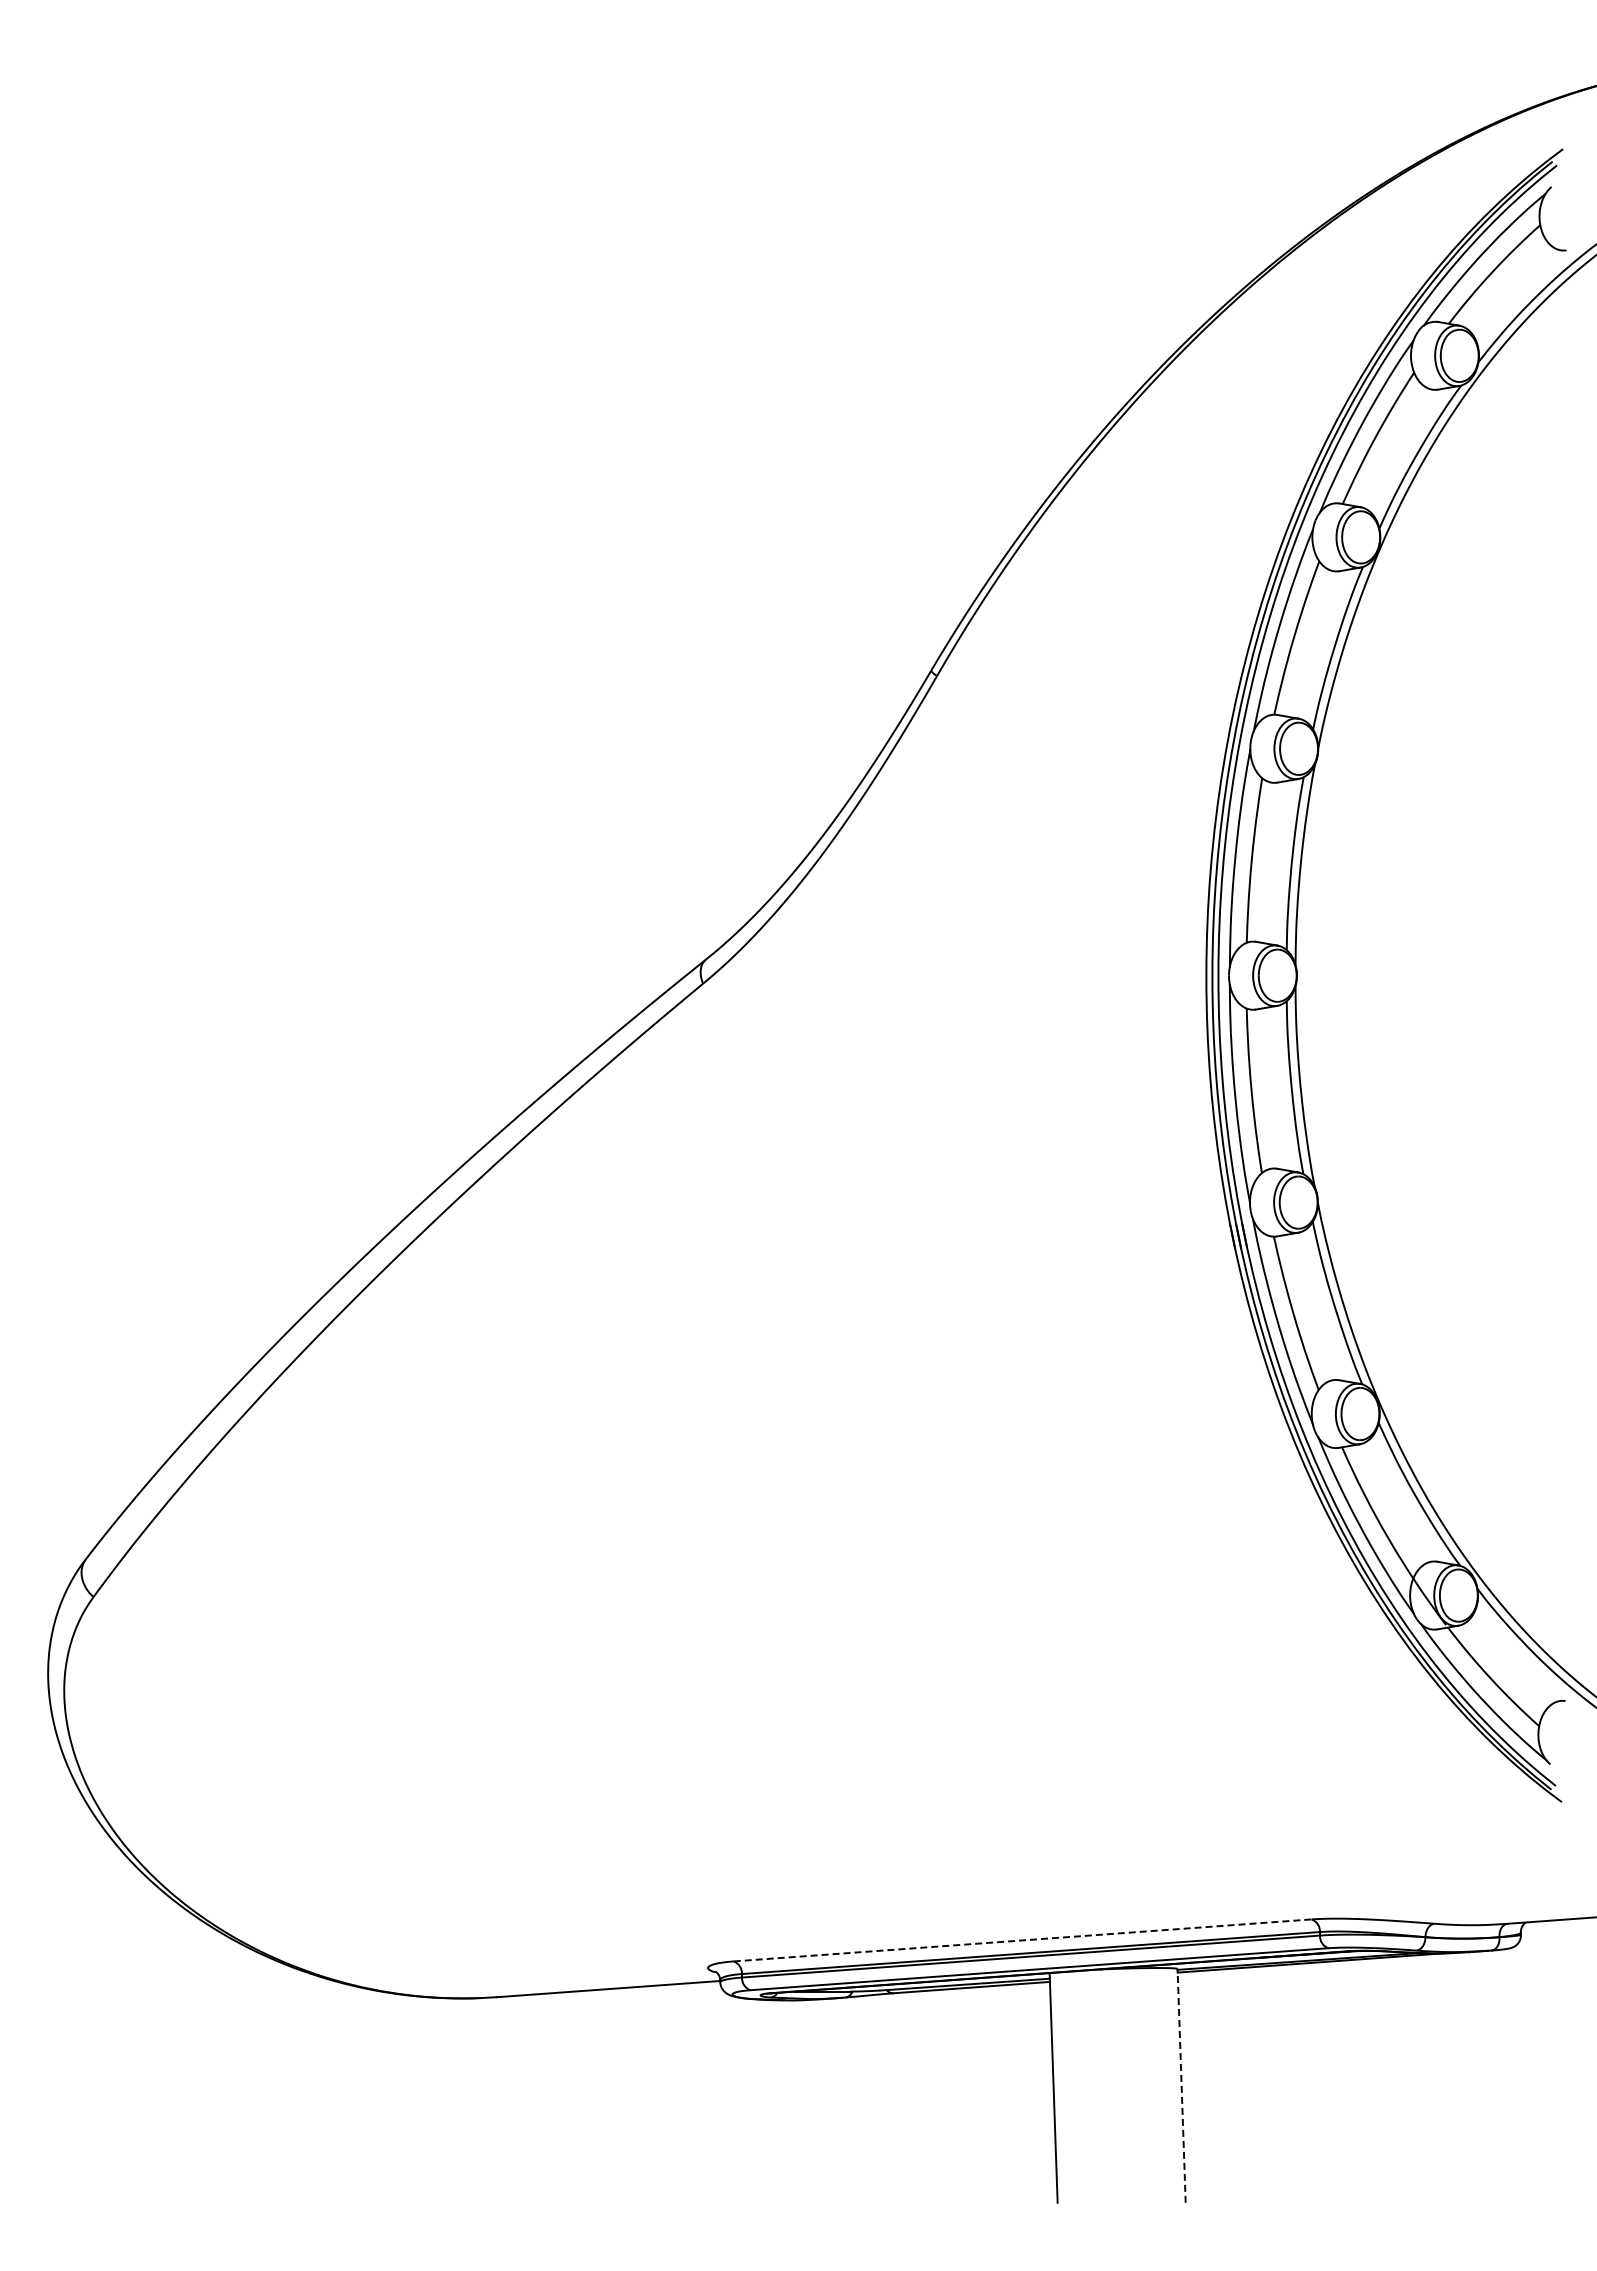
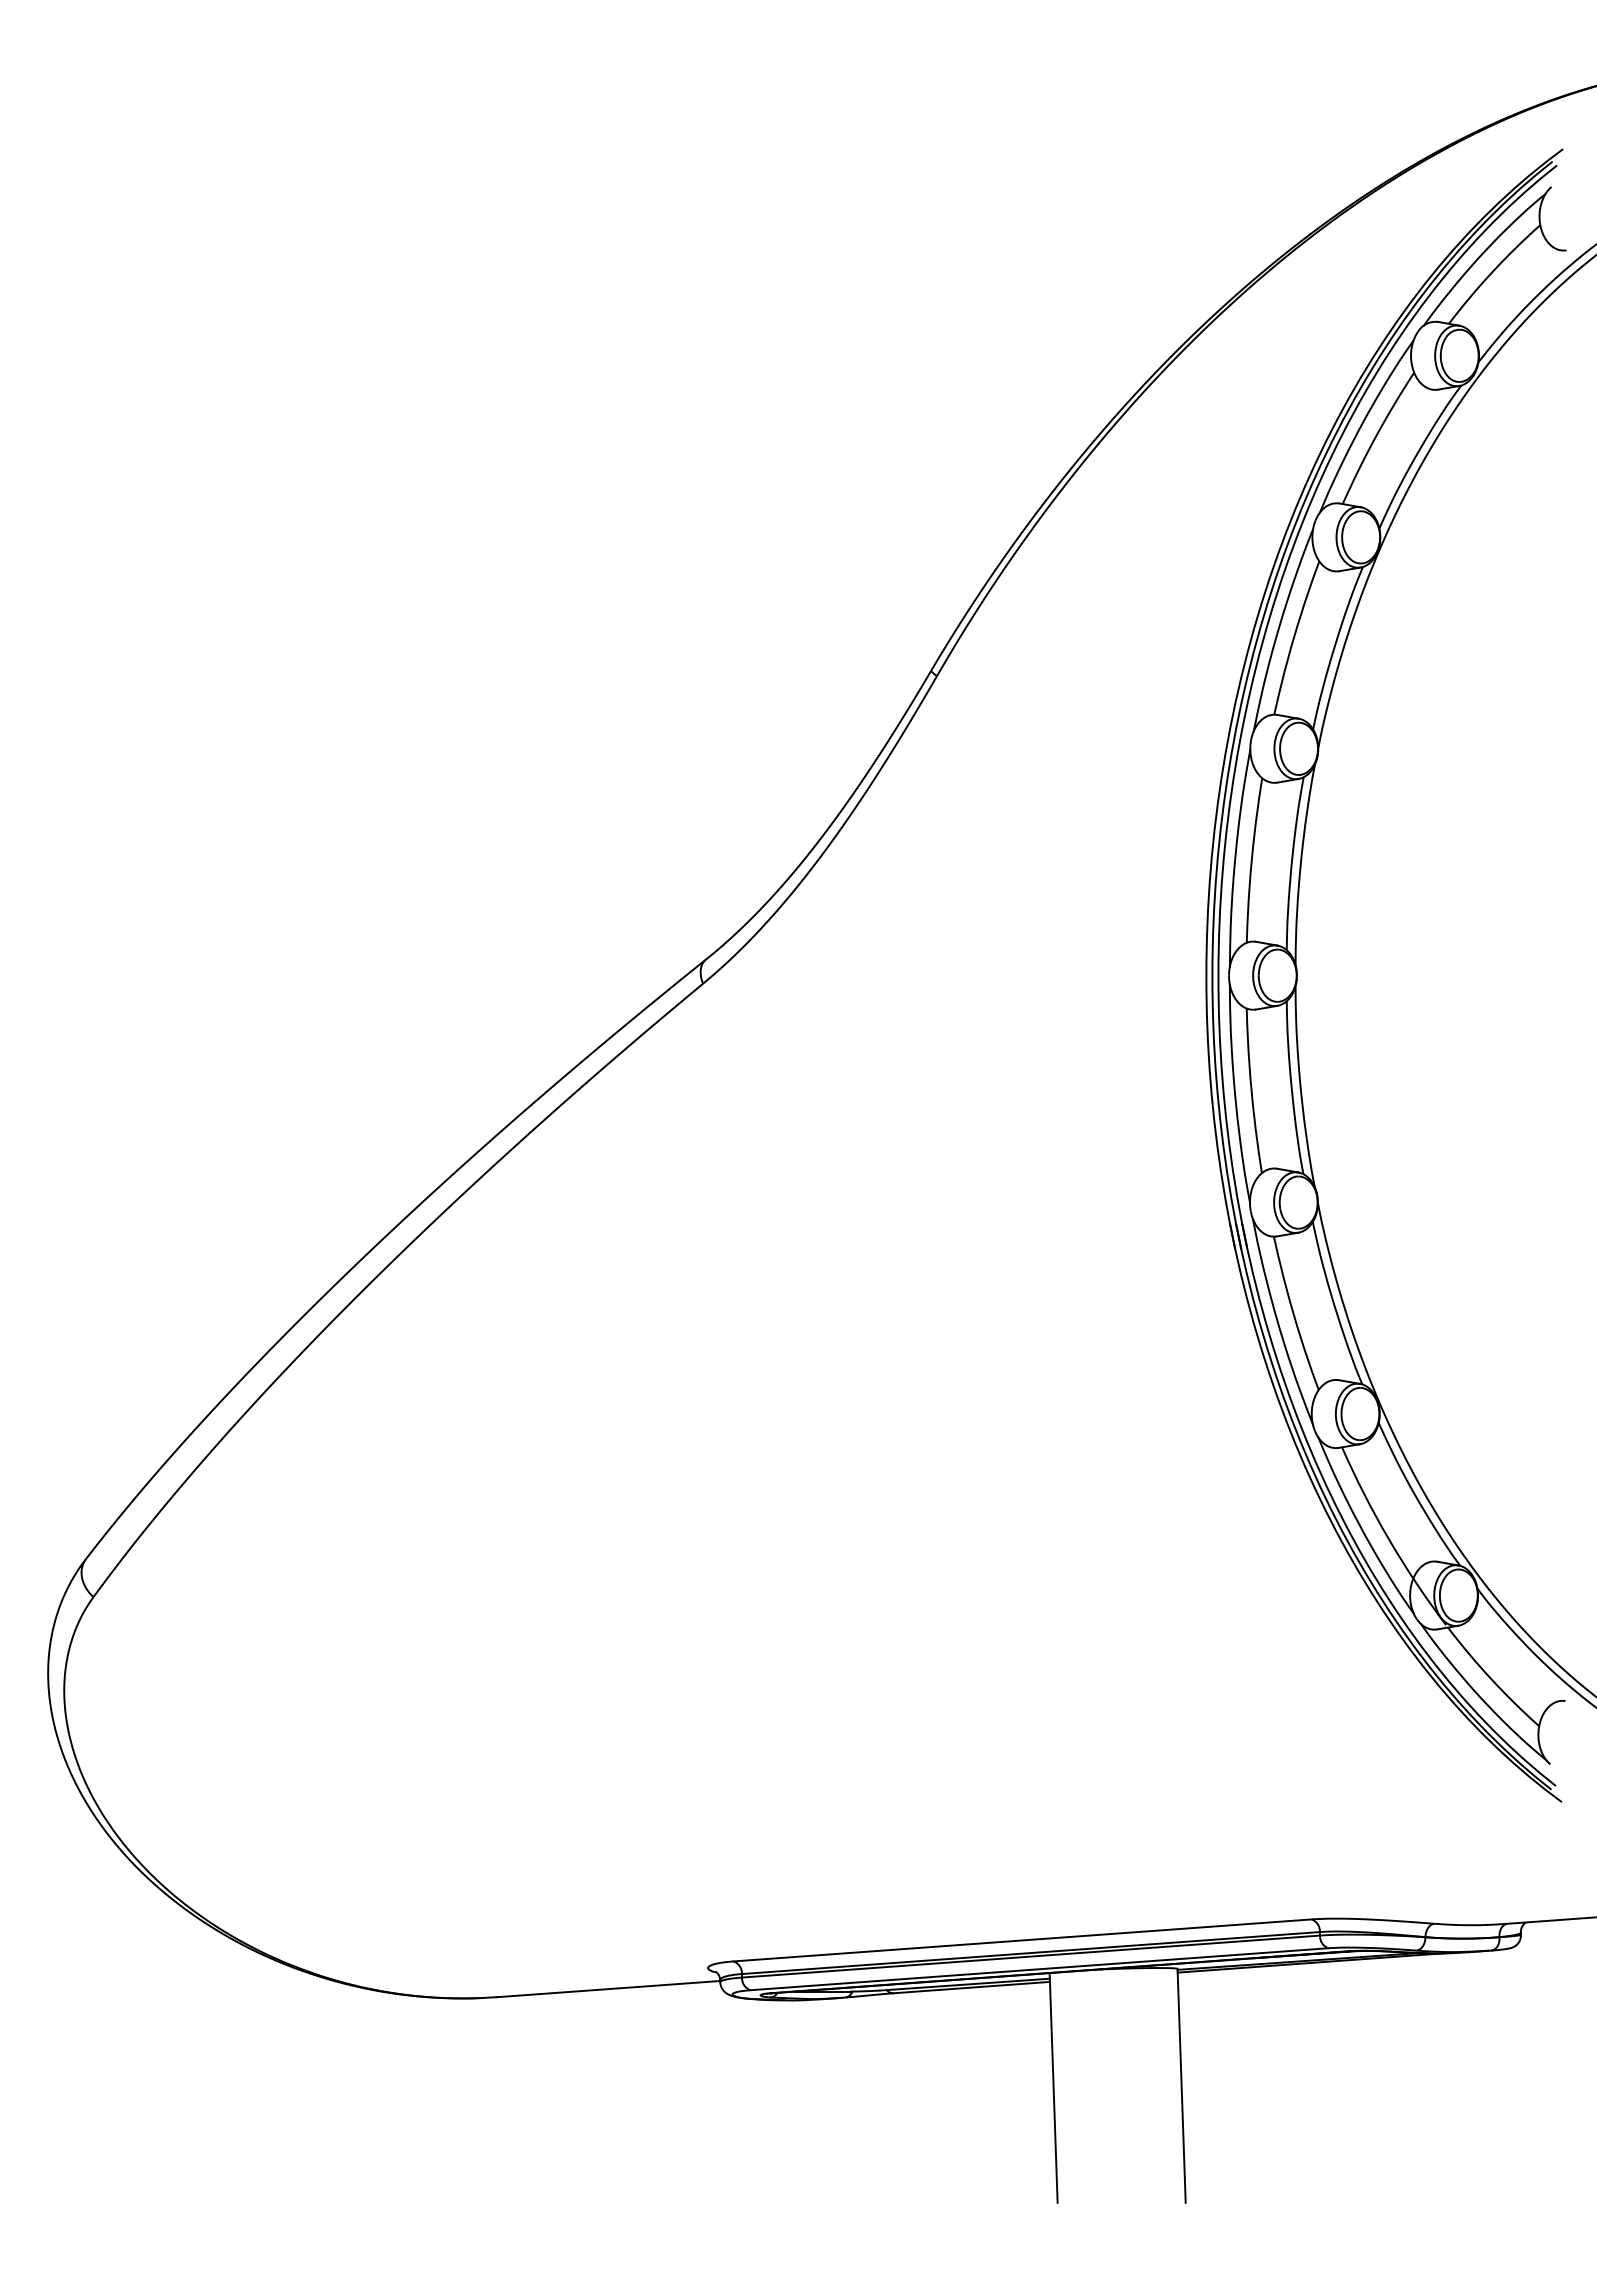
line at (1022, 1940): dashed -> solid
line at (1181, 2085): dashed -> solid
